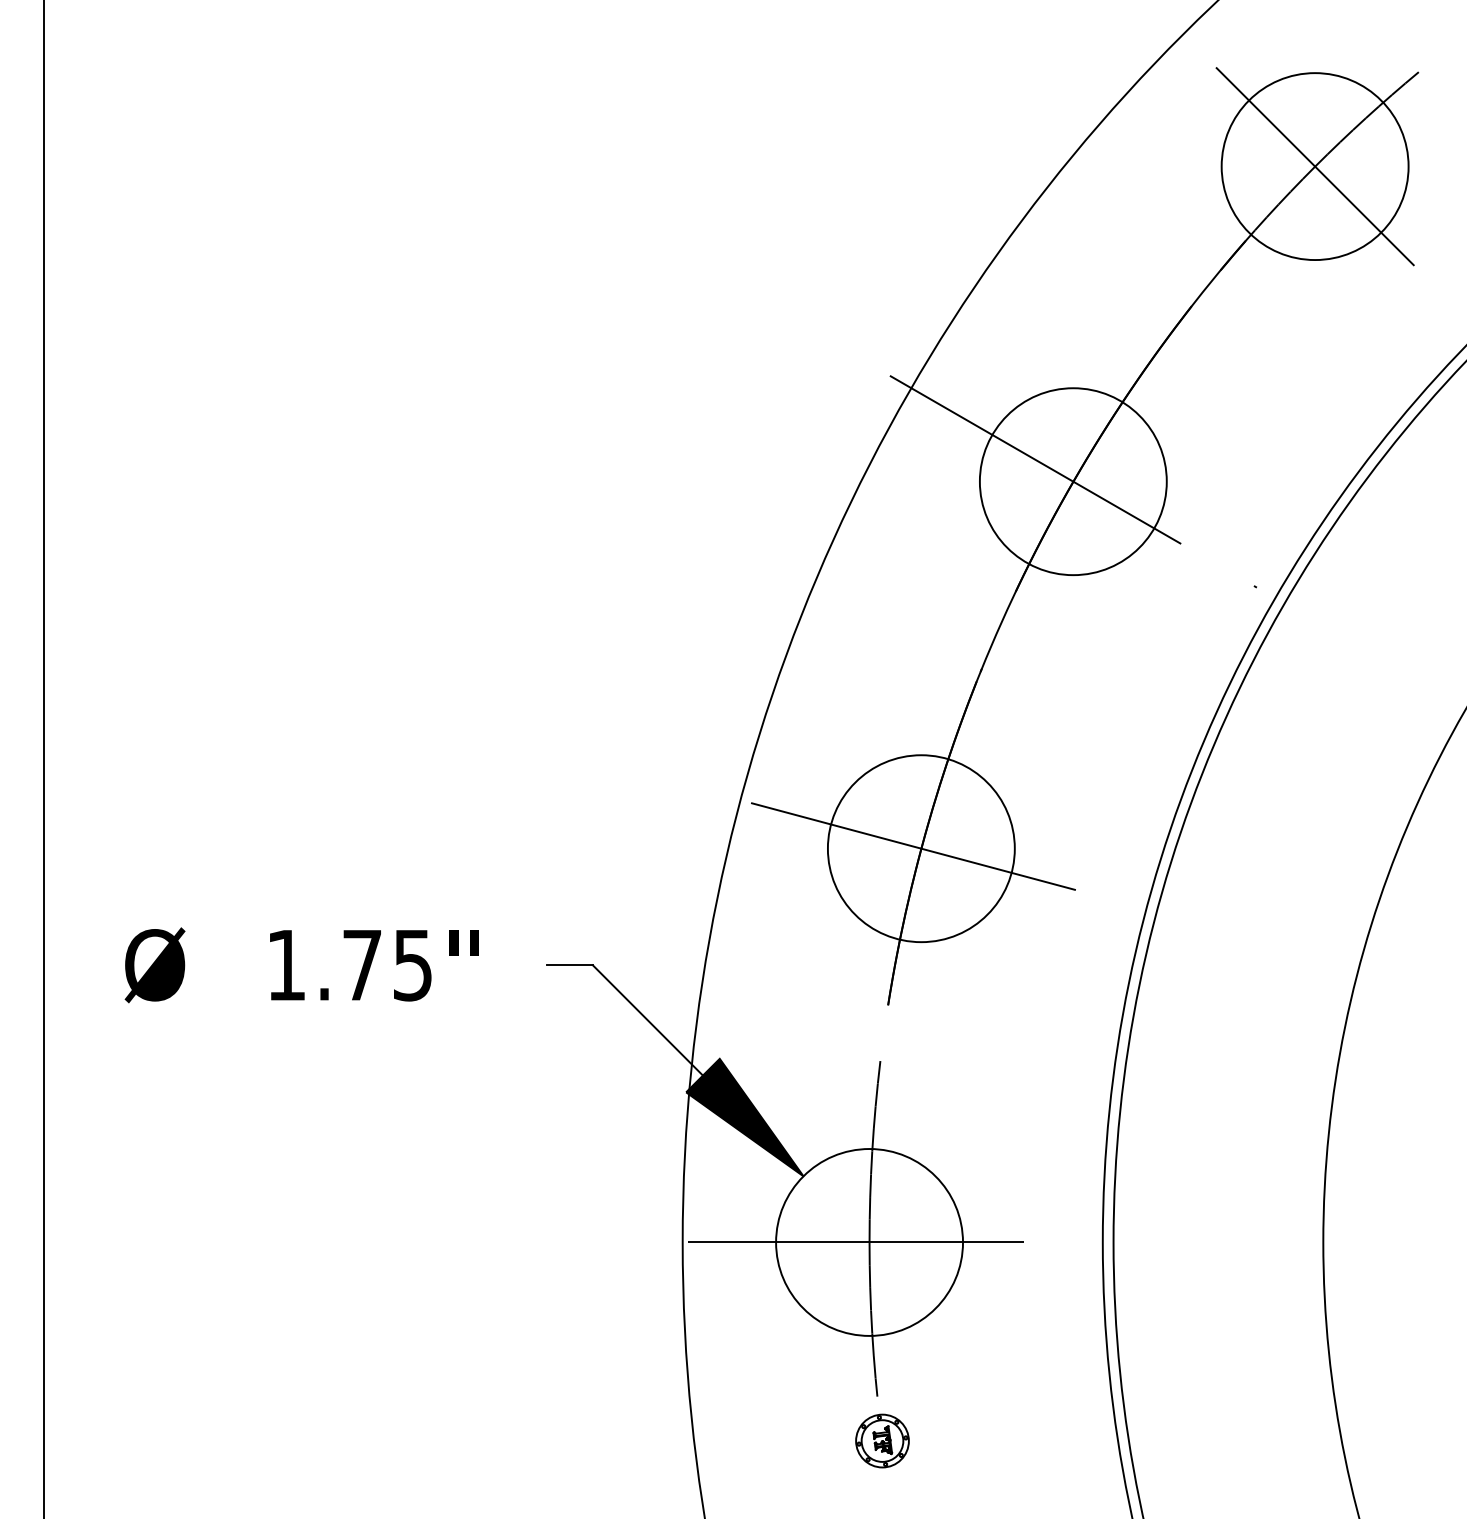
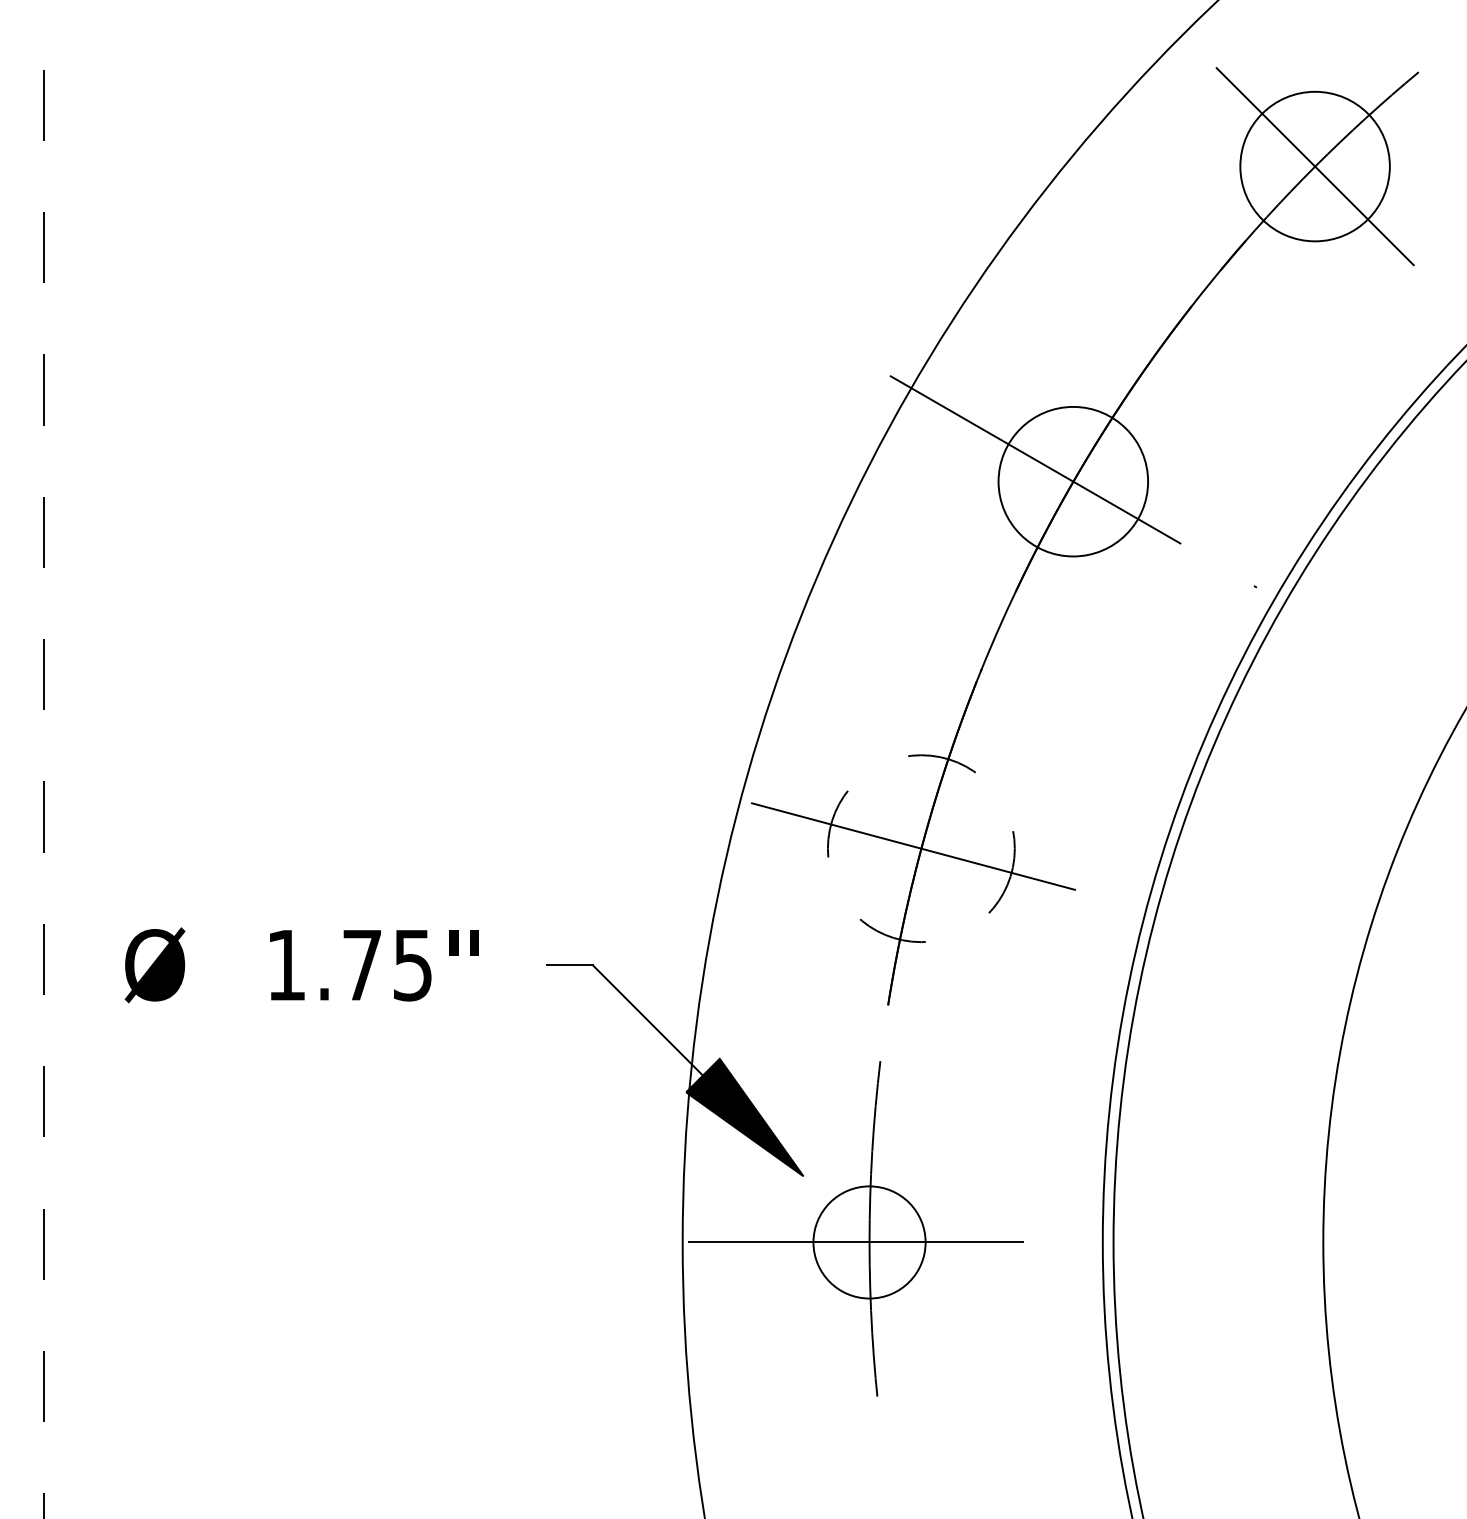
circle at (1314, 166) diameter: 187 px -> 150 px
circle at (1072, 481) diameter: 187 px -> 150 px
line at (44, 759): solid -> dashed
circle at (920, 848): solid -> dashed
circle at (869, 1242) diameter: 187 px -> 112 px
part at (882, 1440): present -> none
